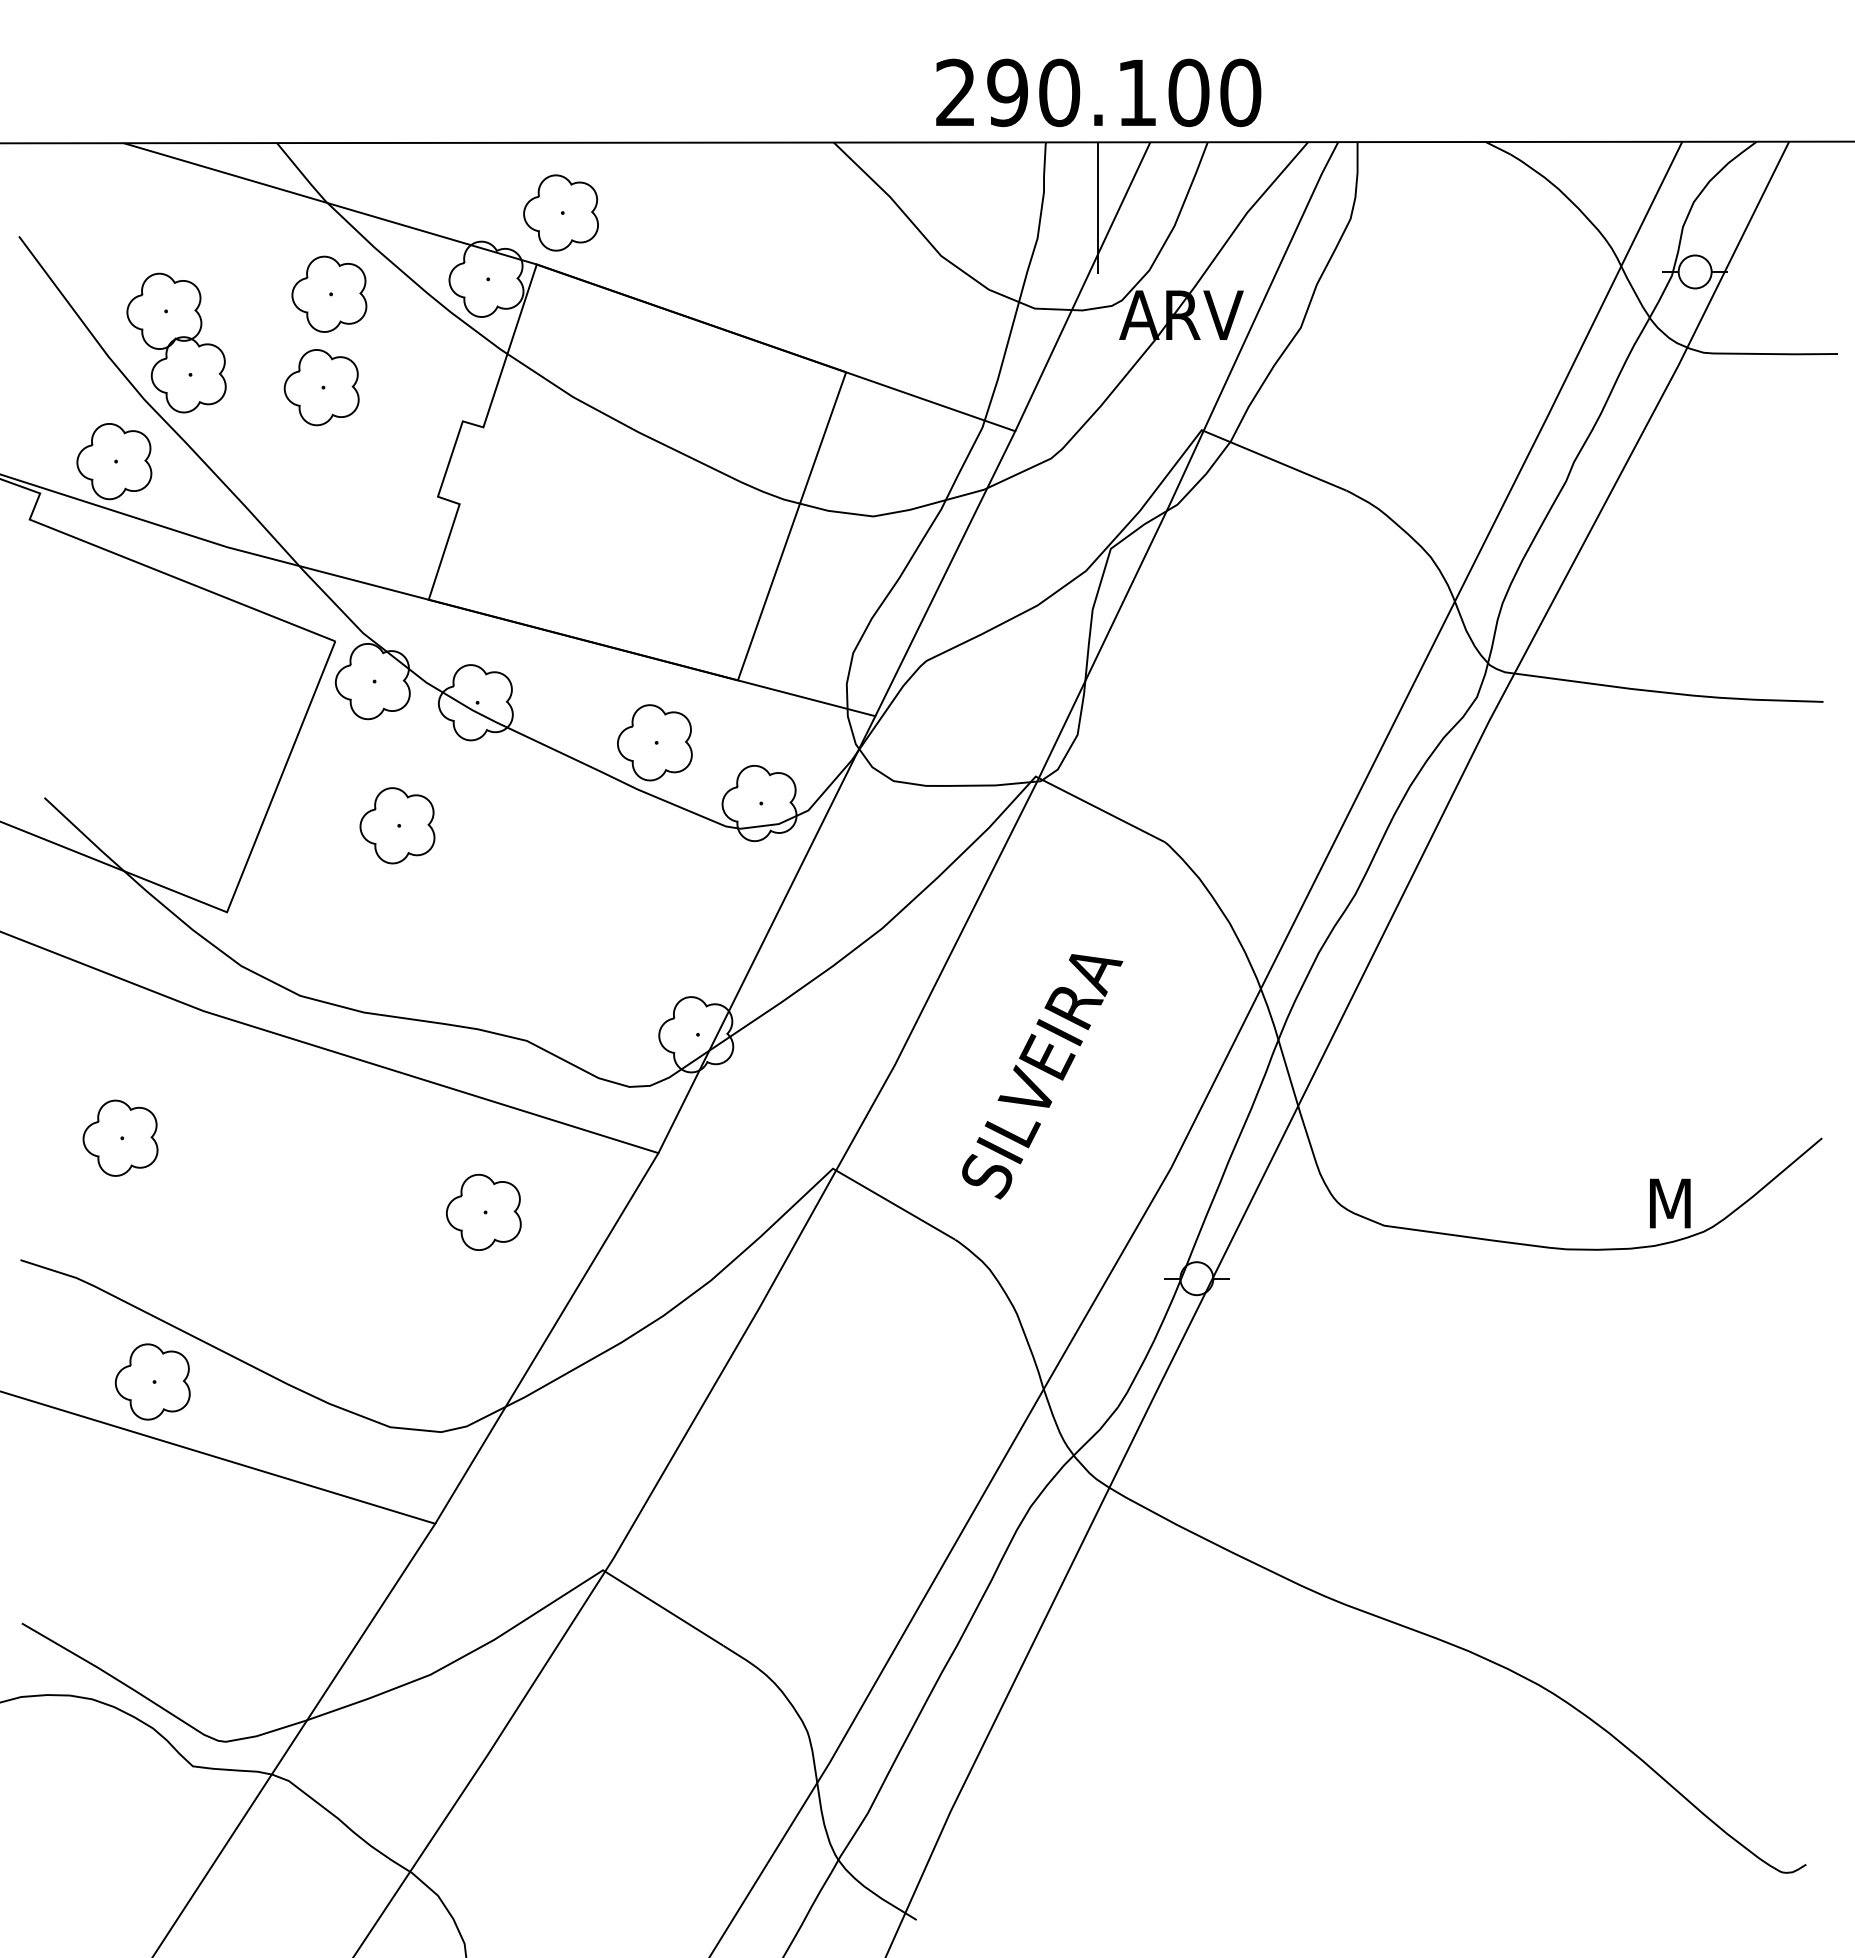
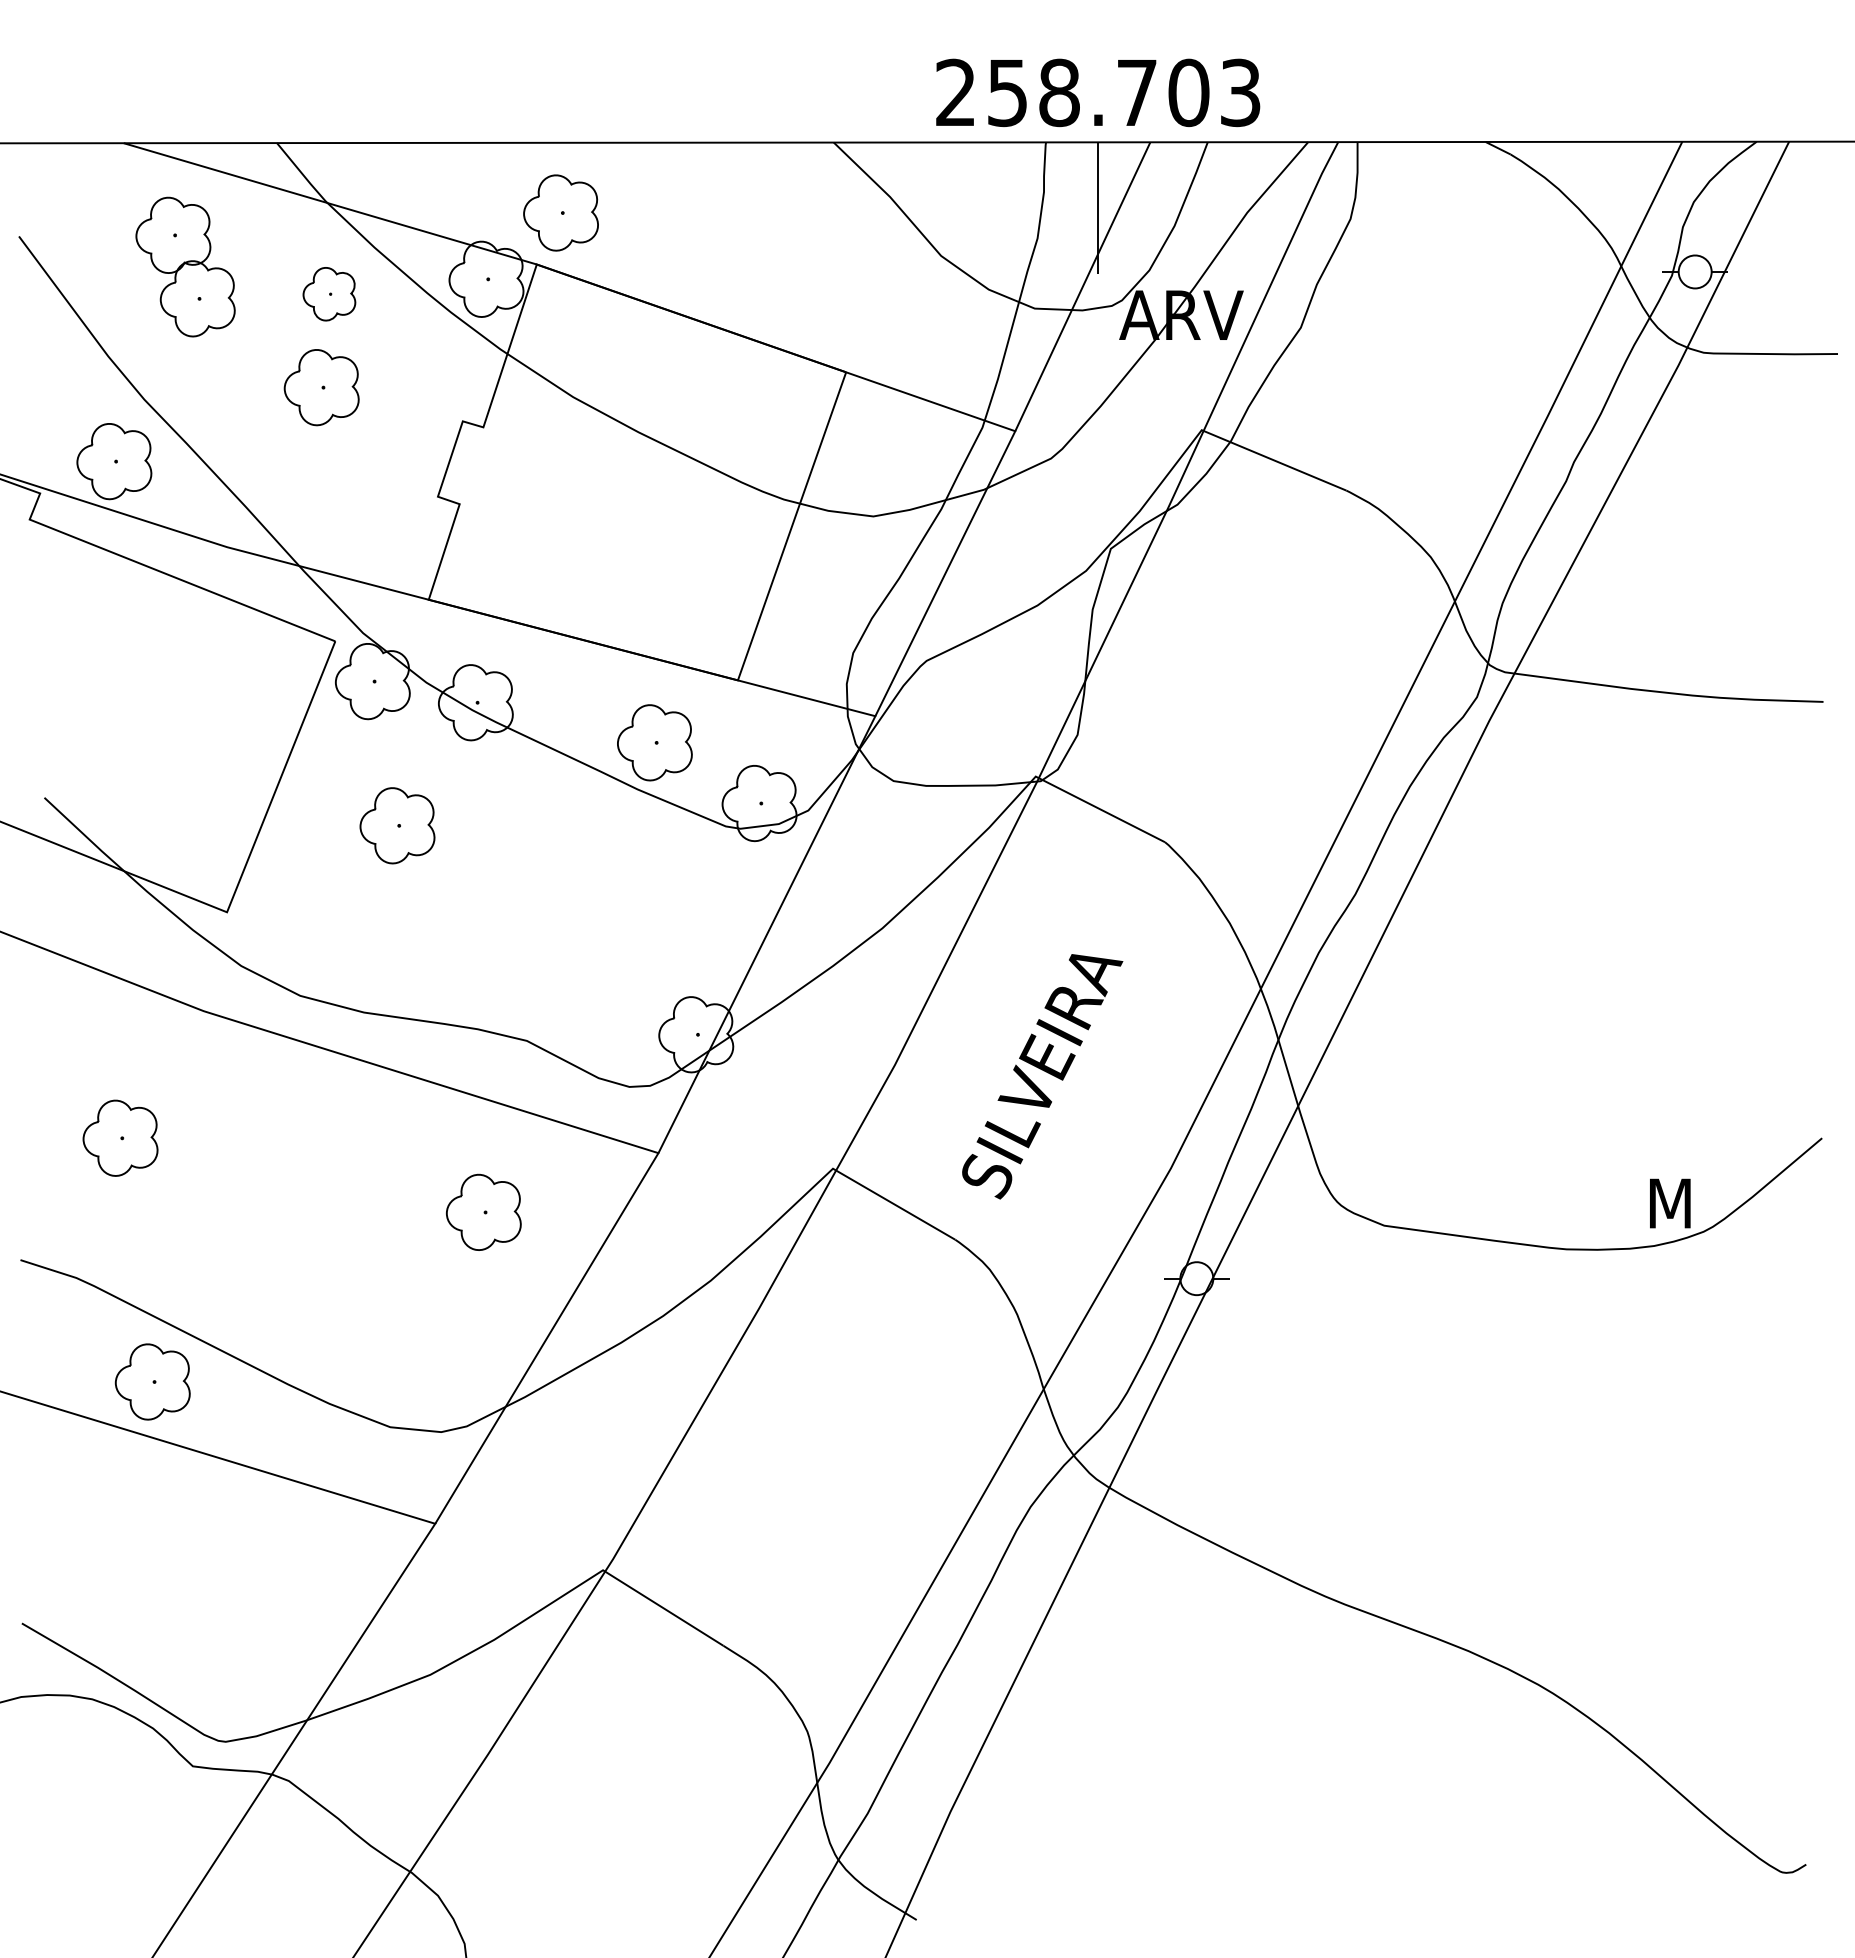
text at (1124, 92): 290.100 -> 258.703
part at (329, 293) size: 77x78 px -> 55x55 px
part at (176, 342) position: (176, 342) -> (185, 266)
